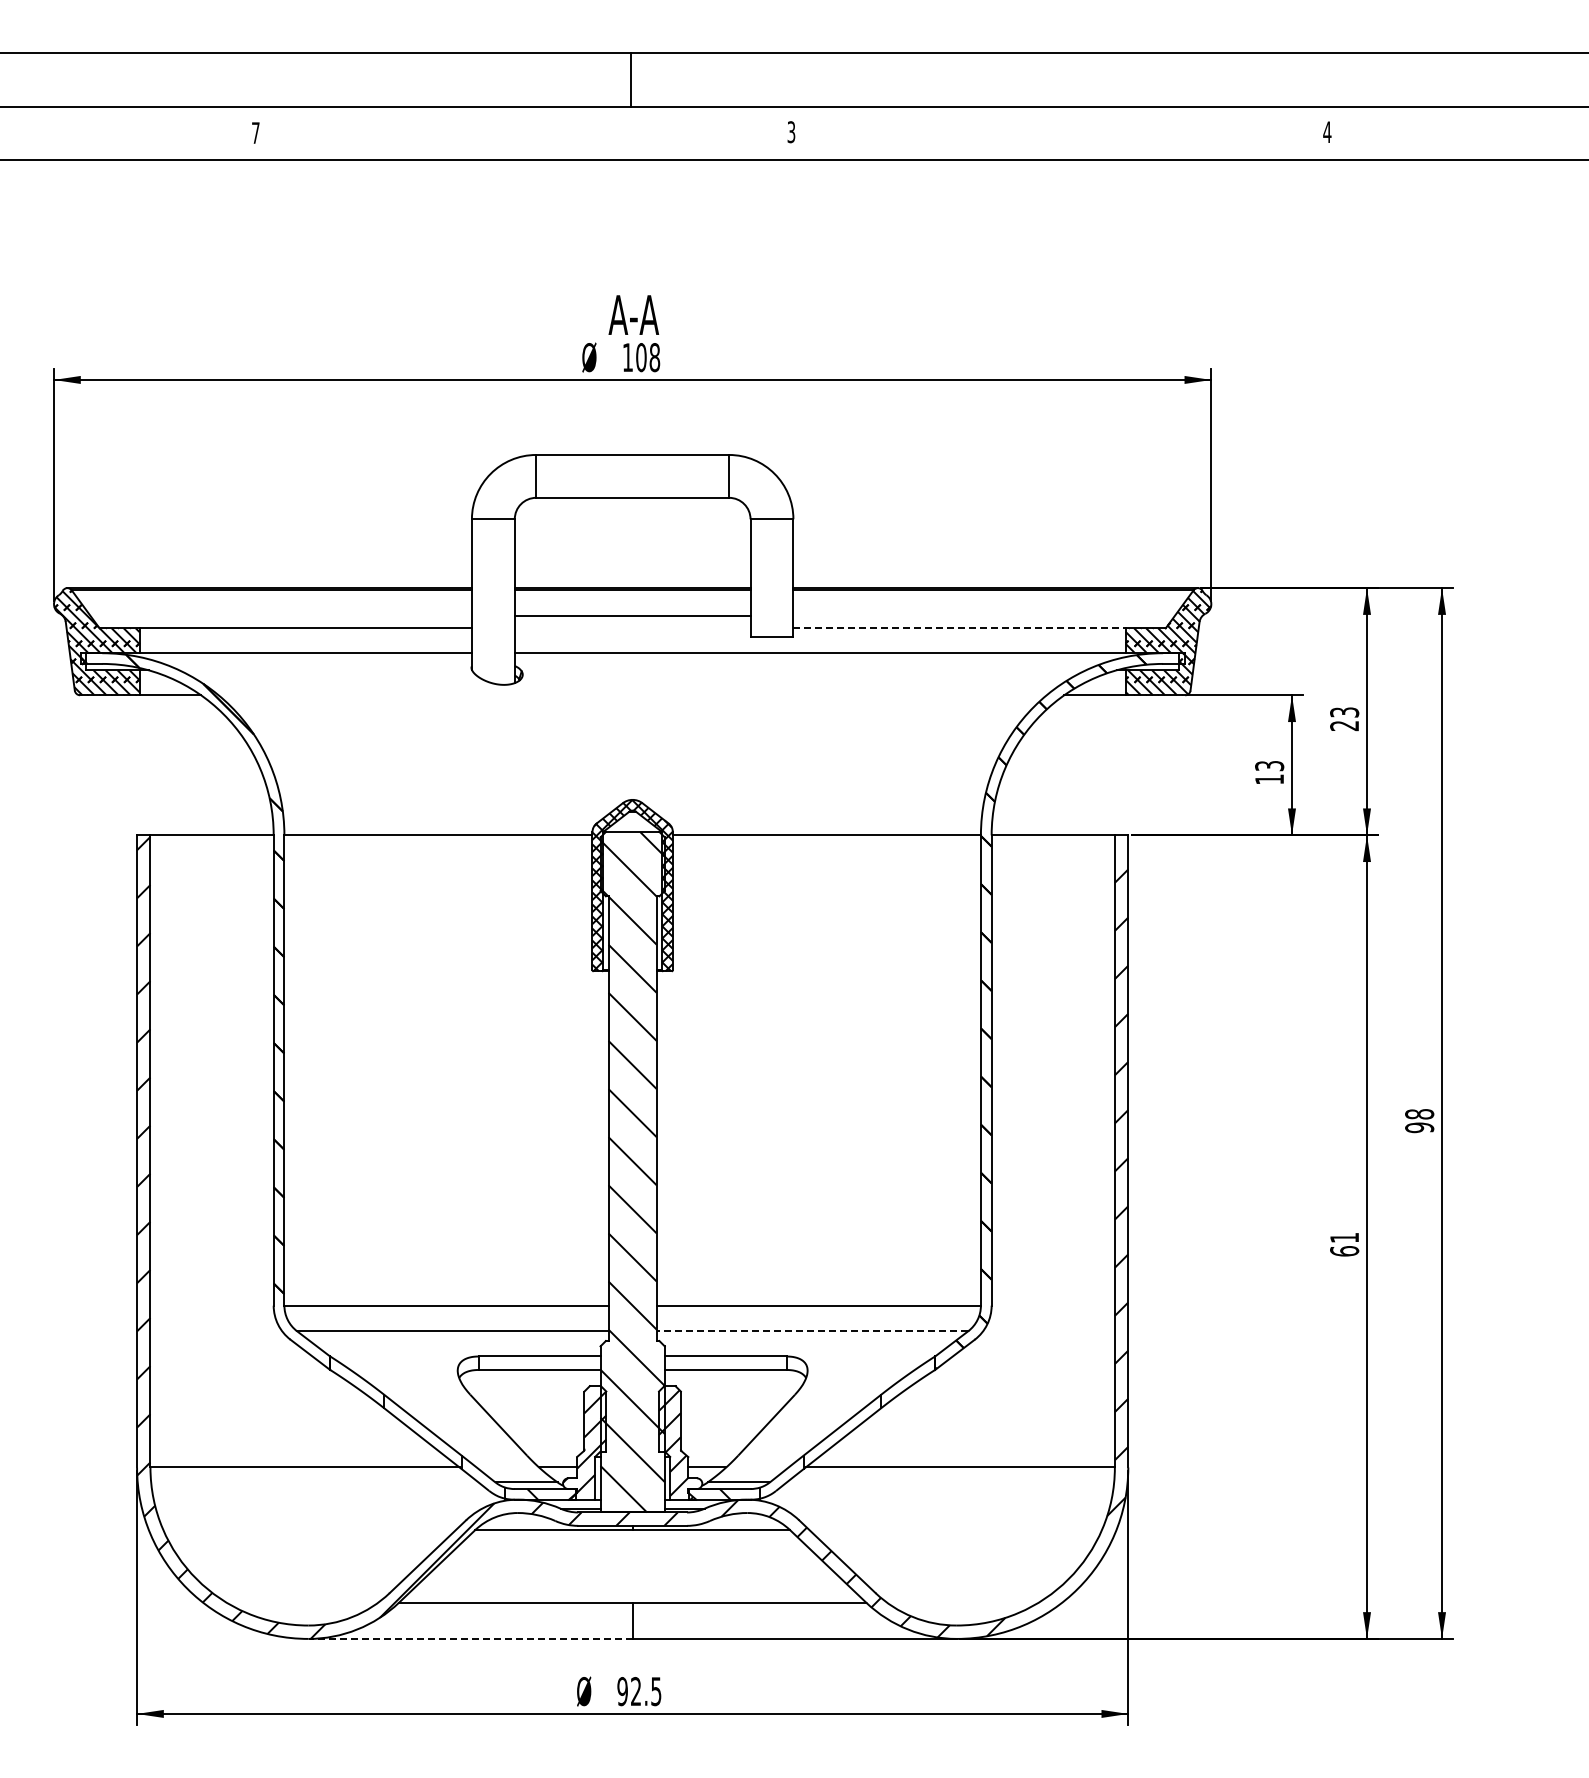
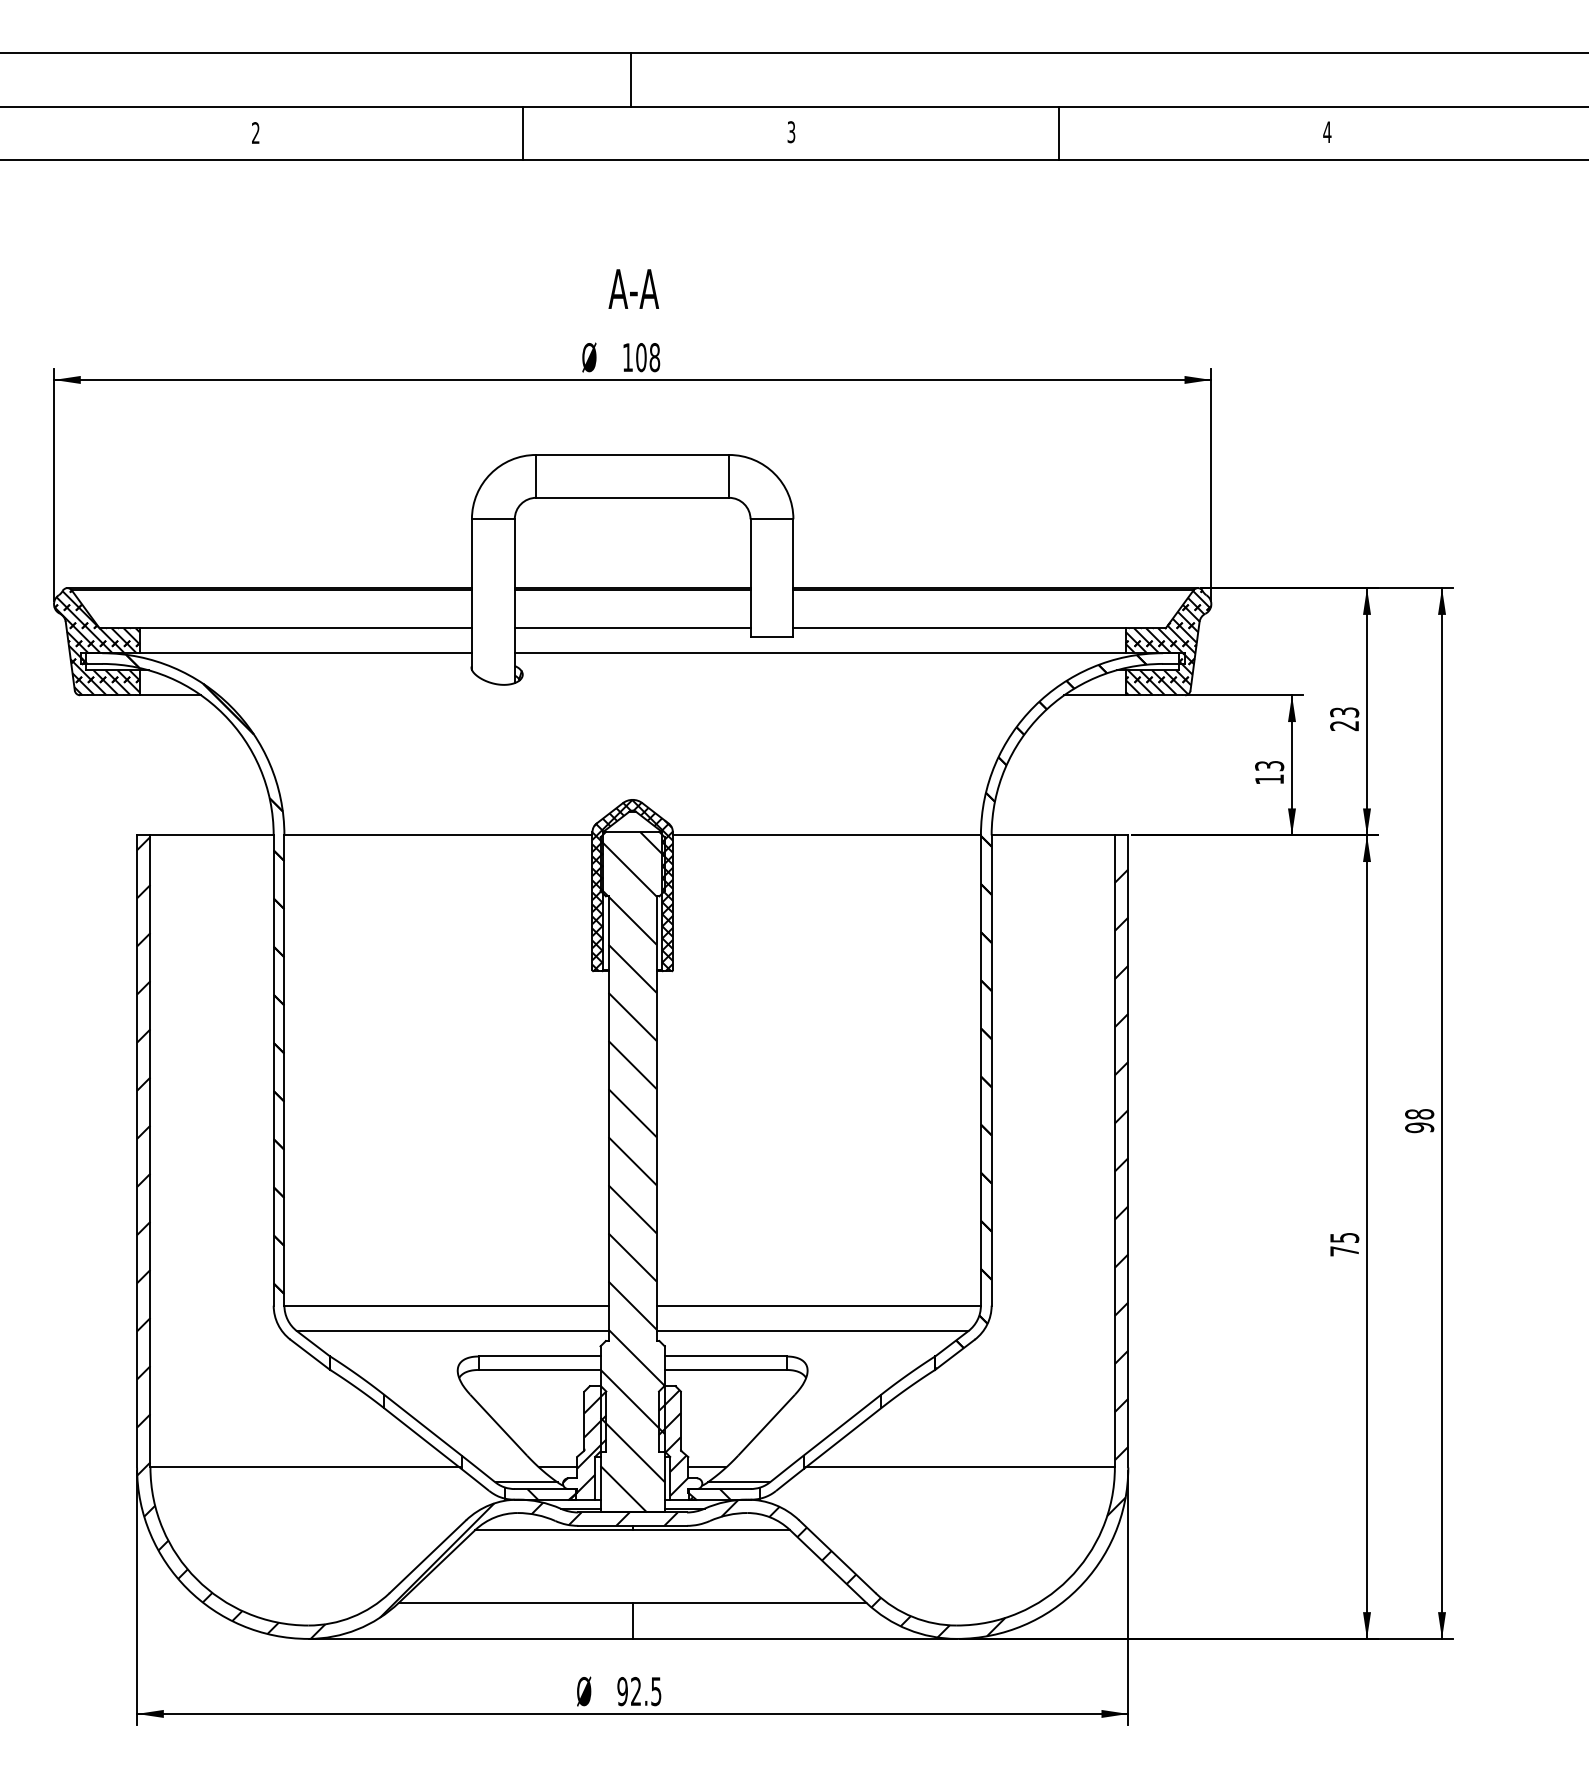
text at (255, 132): 7 -> 2
line at (523, 133): none -> present
line at (1059, 133): none -> present
text at (633, 314) position: (633, 314) -> (633, 288)
line at (632, 616) position: (632, 616) -> (632, 628)
line at (960, 628): dashed -> solid
text at (1344, 1244): 61 -> 75
line at (812, 1331): dashed -> solid
line at (470, 1638): dashed -> solid
